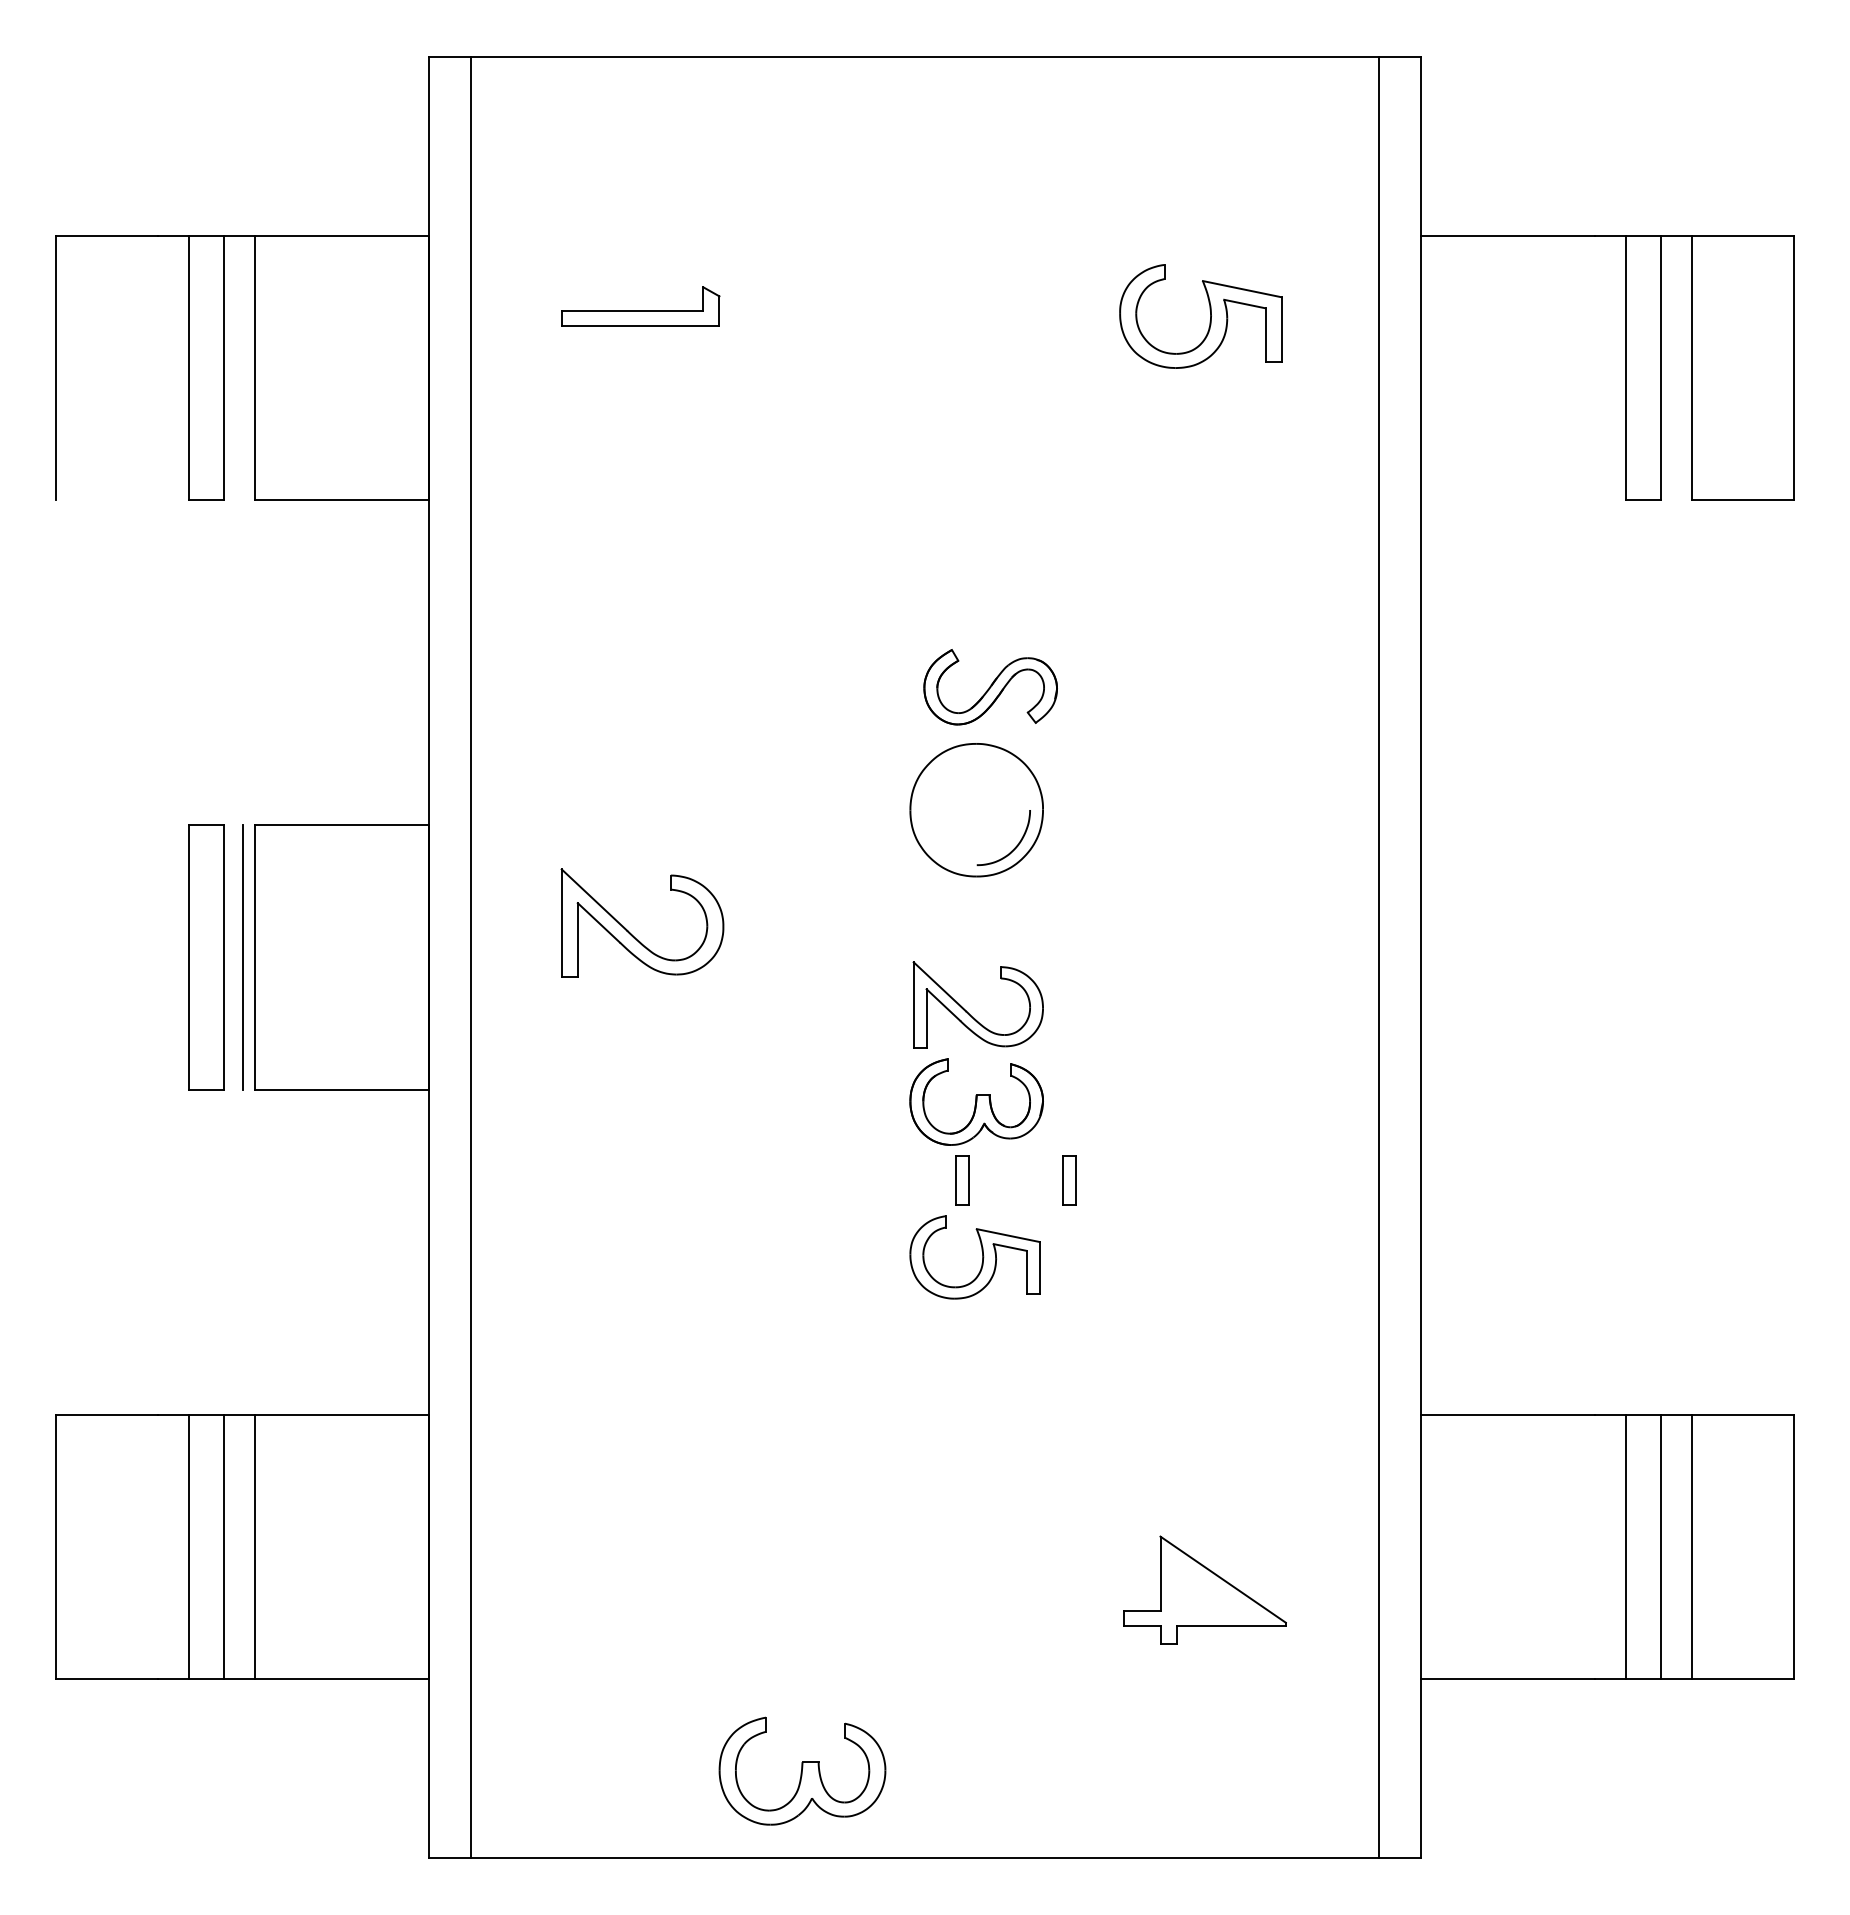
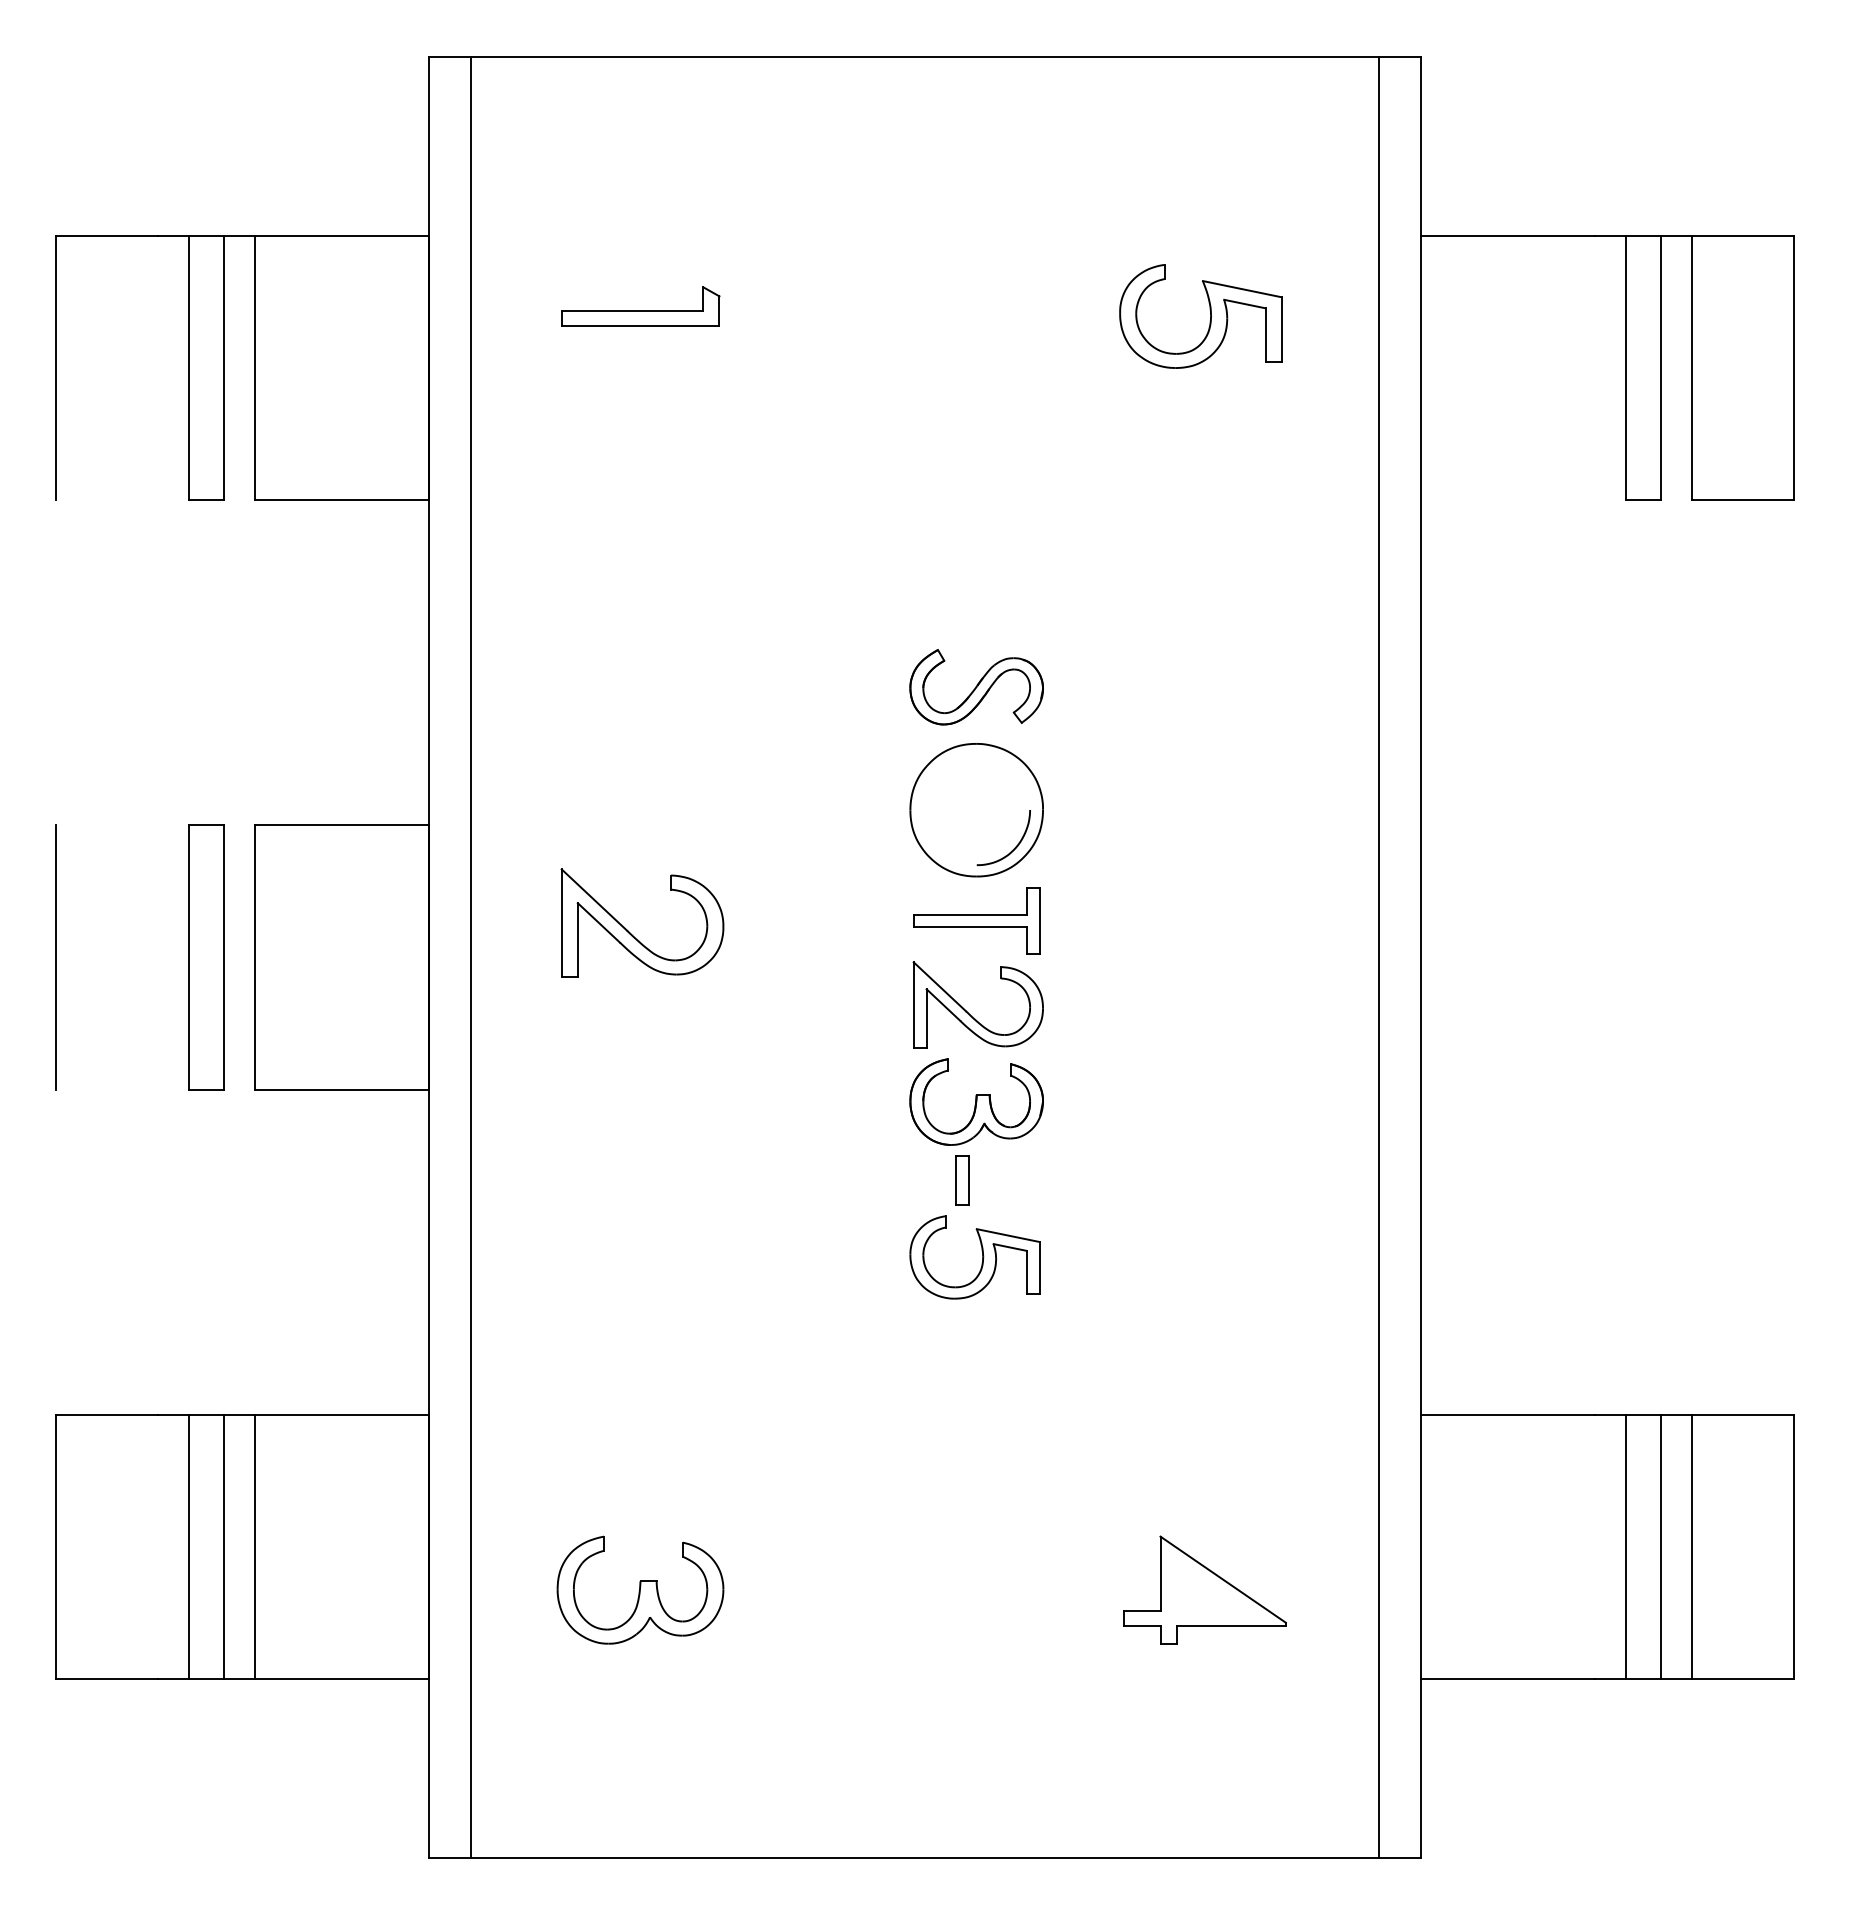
part at (990, 687) position: (990, 687) -> (976, 687)
part at (976, 920): none -> present
line at (242, 957) position: (242, 957) -> (55, 957)
part at (1069, 1180): present -> none
part at (802, 1770) position: (802, 1770) -> (640, 1589)
